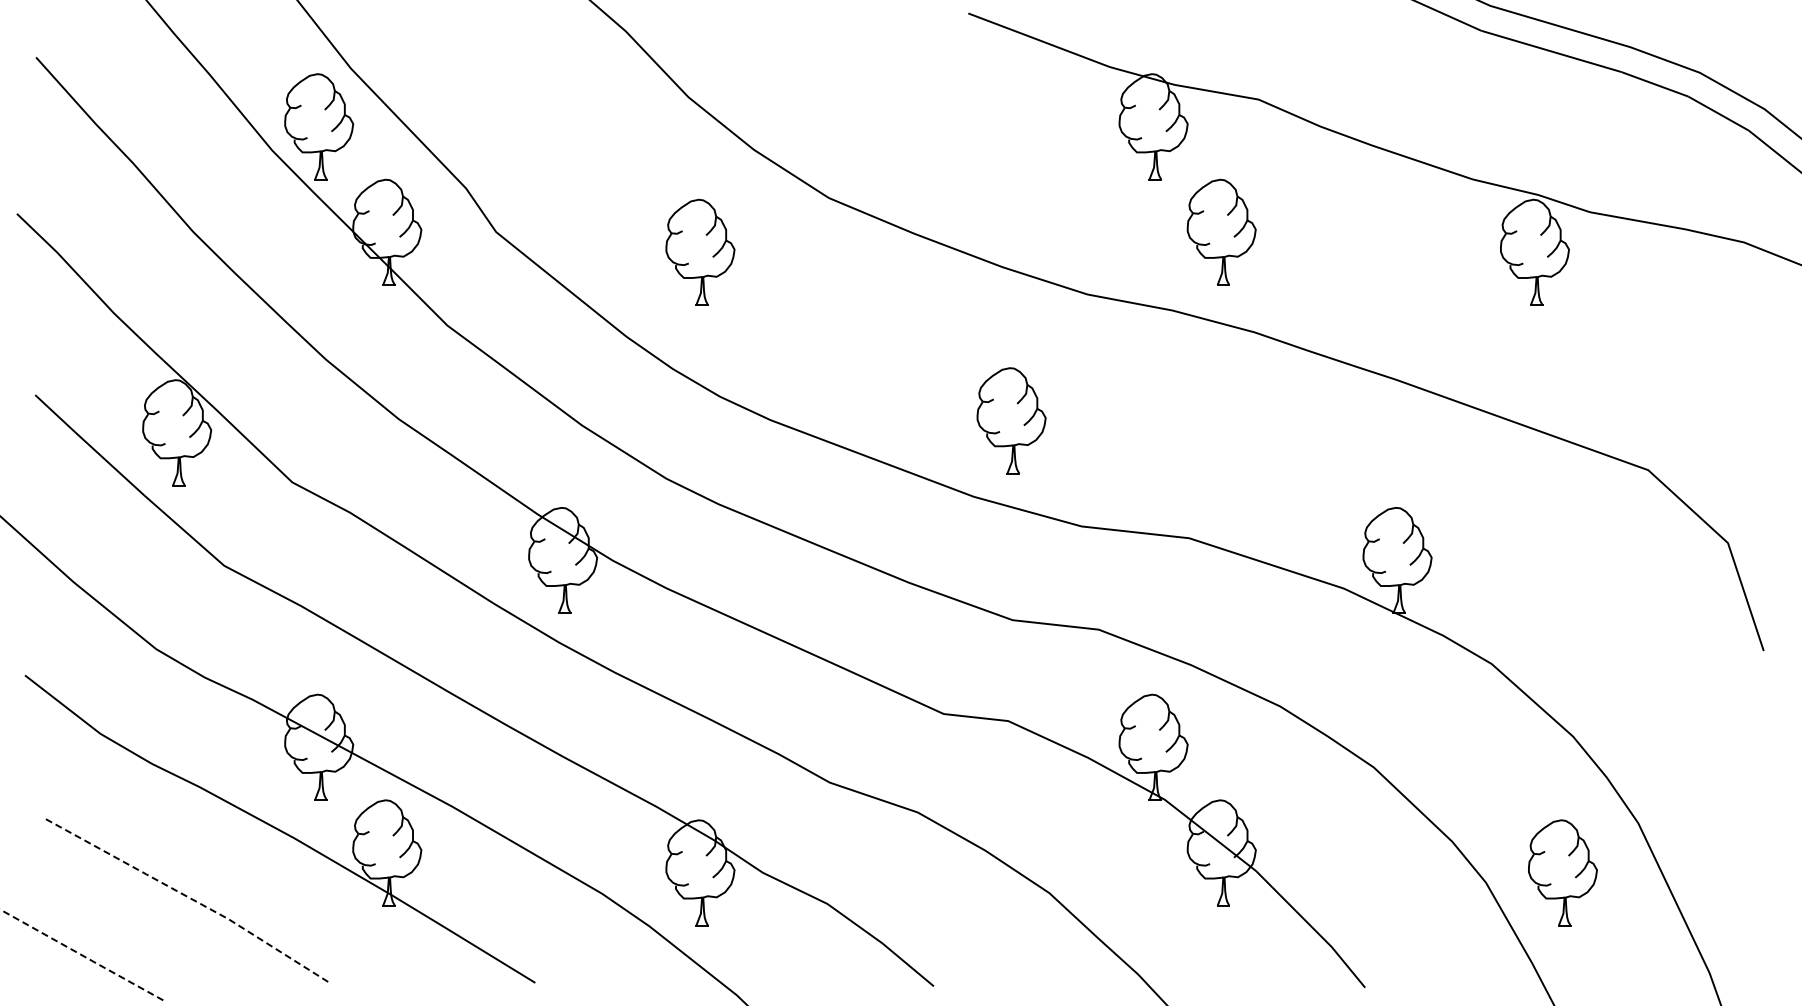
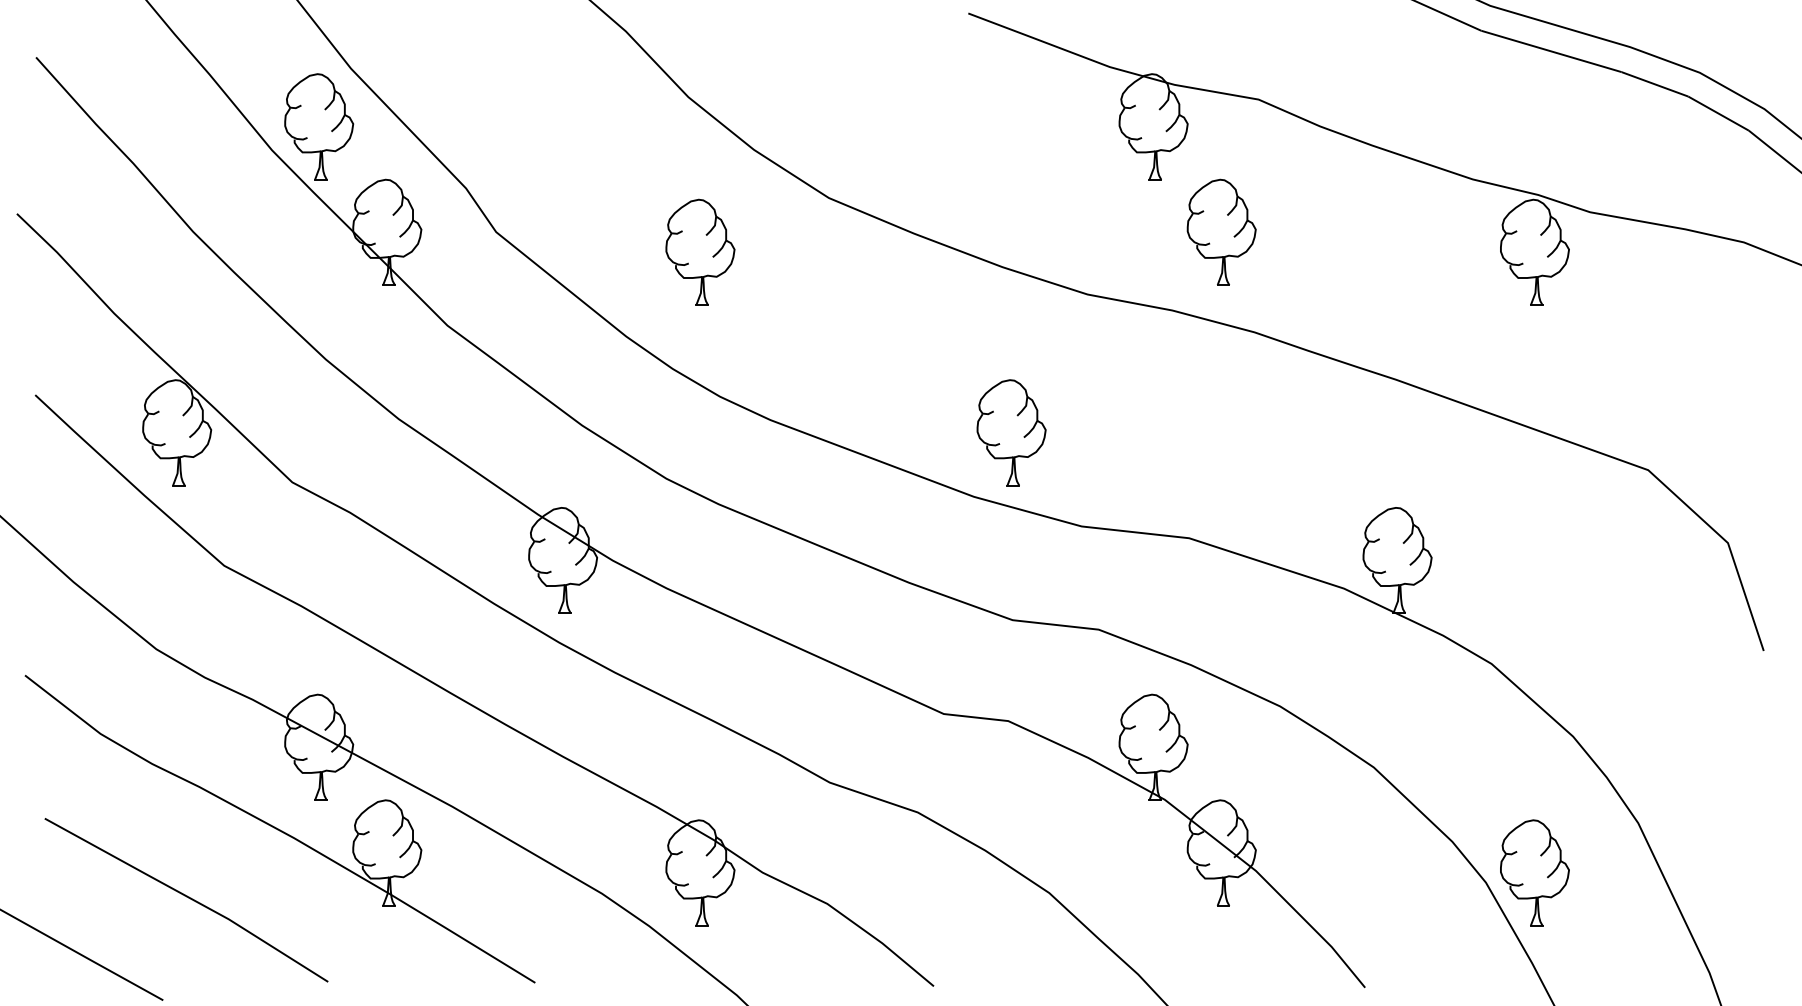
part at (1011, 420) position: (1011, 420) -> (1011, 432)
part at (1562, 872) position: (1562, 872) -> (1534, 872)
line at (188, 897): dashed -> solid
line at (81, 955): dashed -> solid
